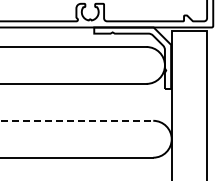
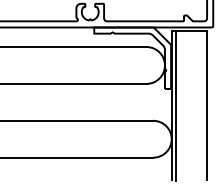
line at (176, 105): none -> present
line at (77, 120): dashed -> solid
